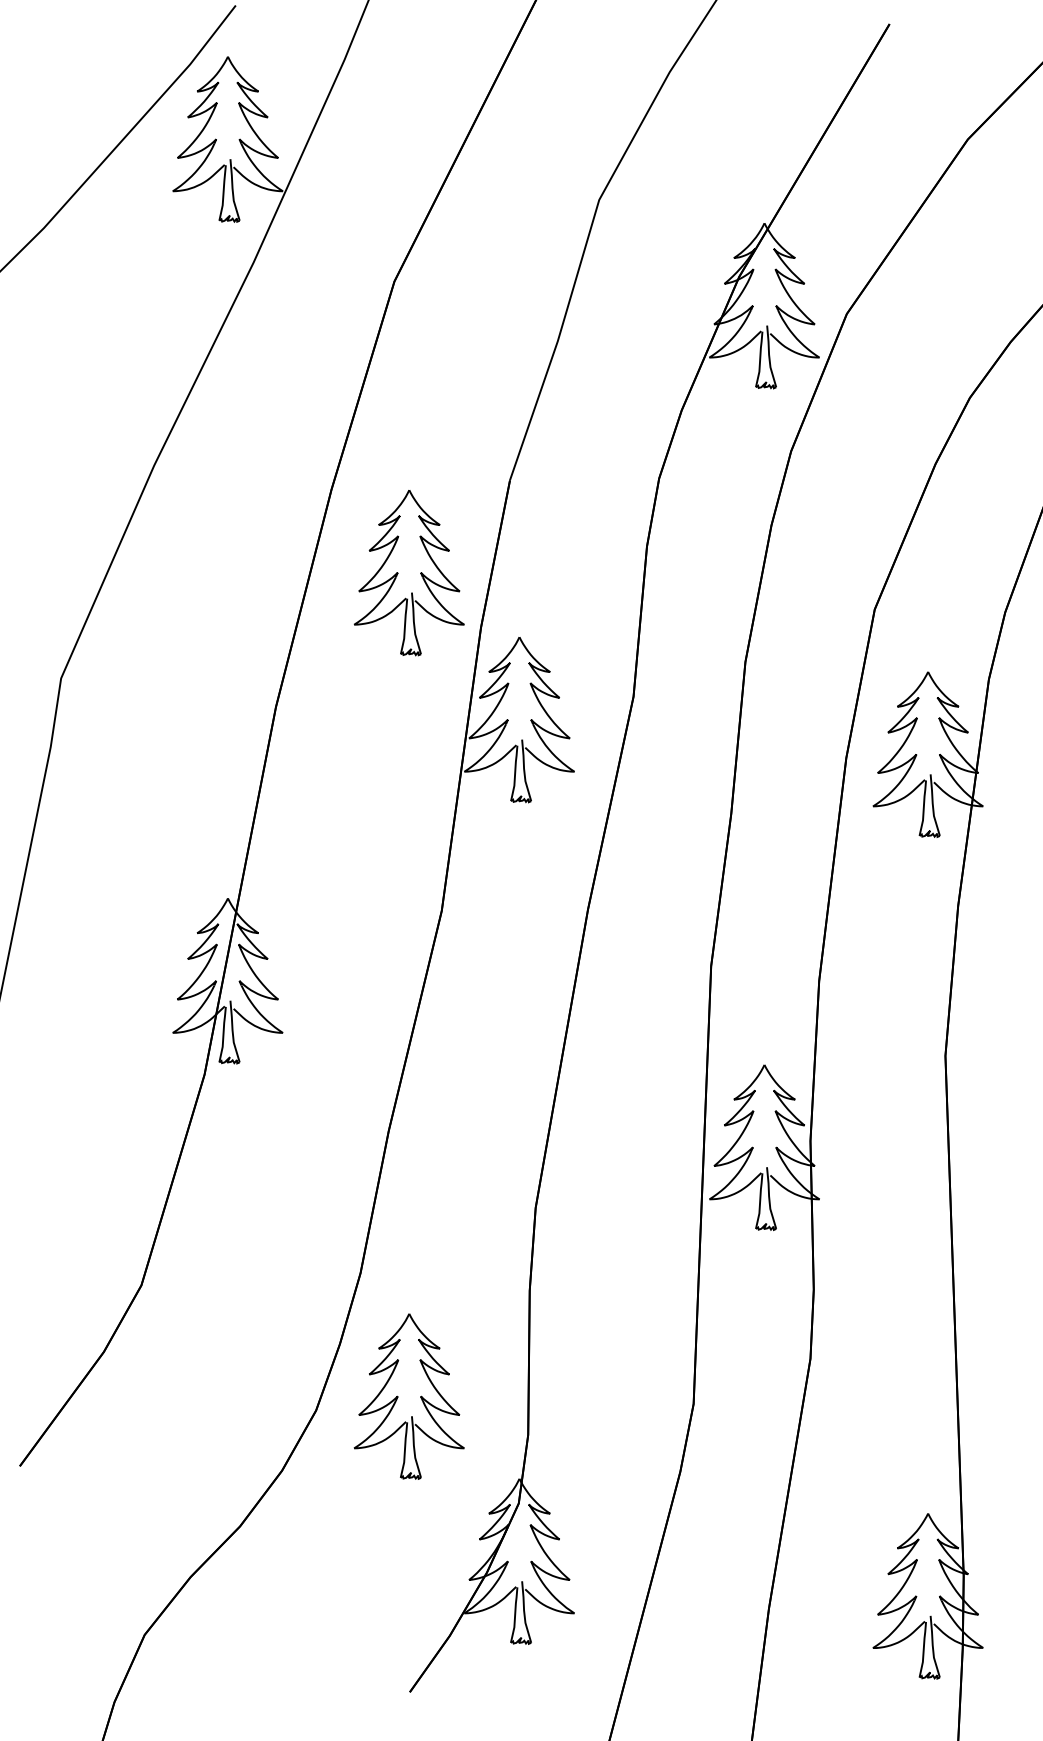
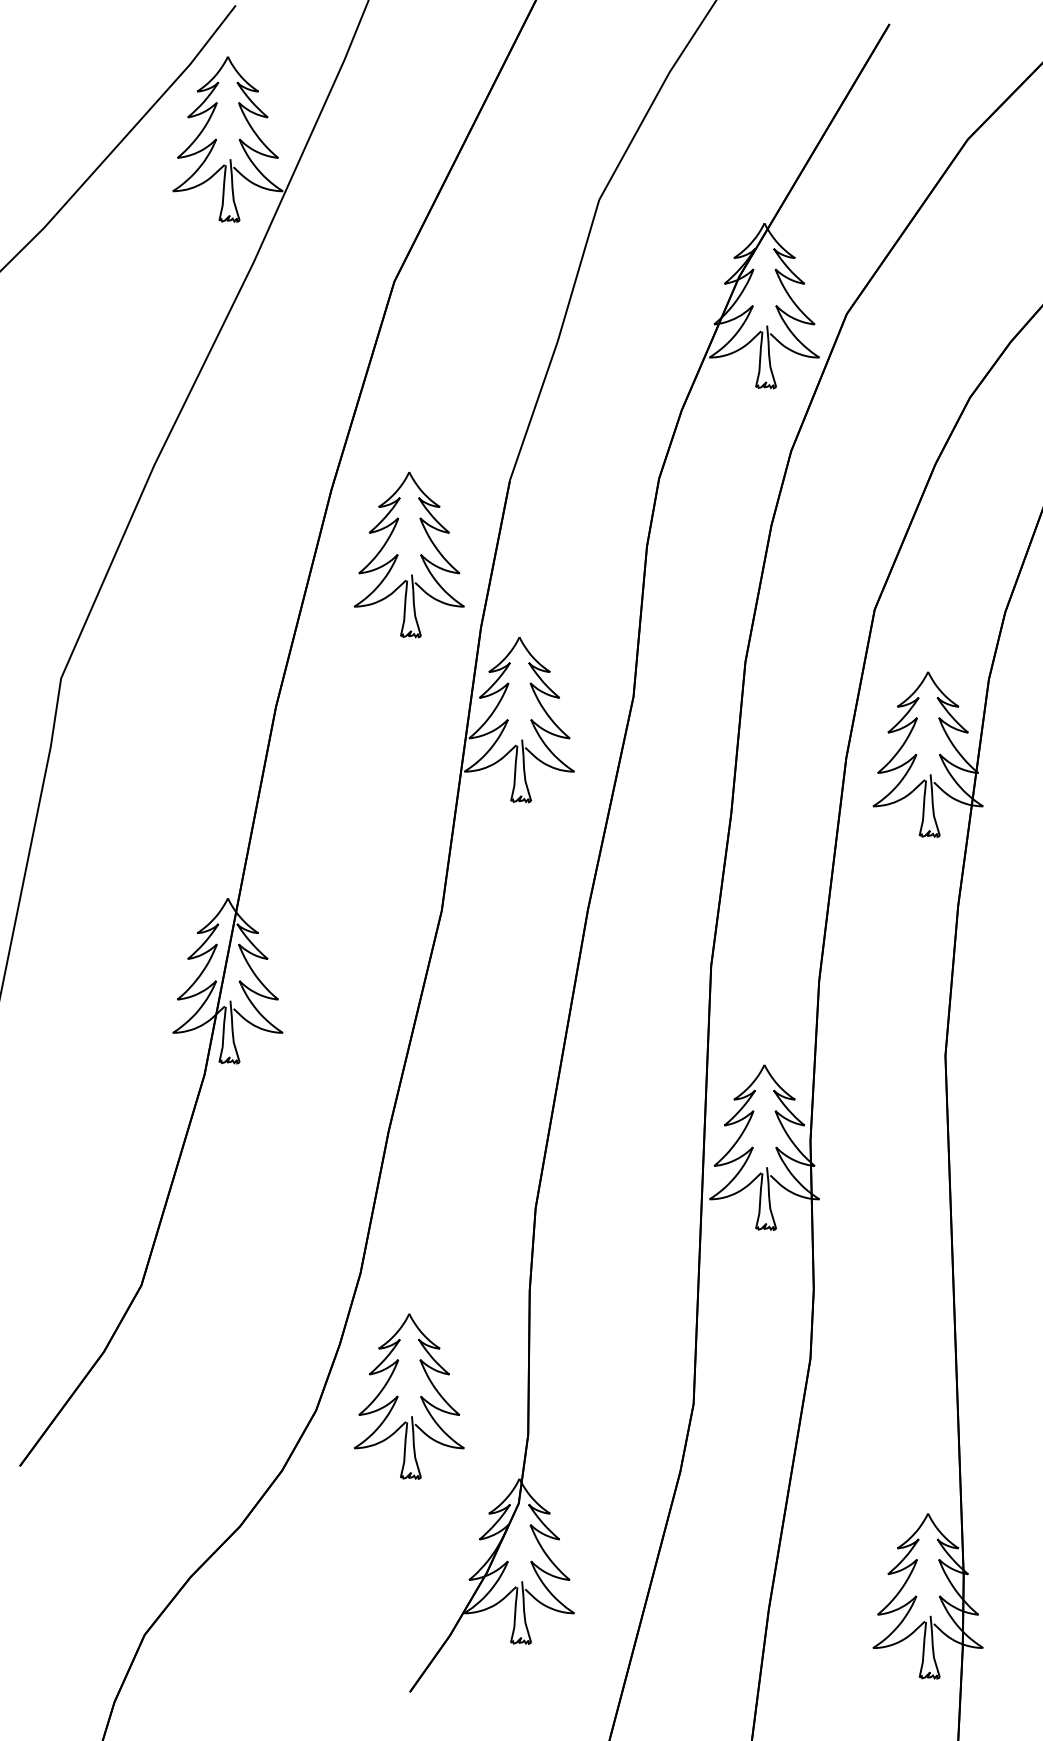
part at (408, 573) position: (408, 573) -> (408, 555)
